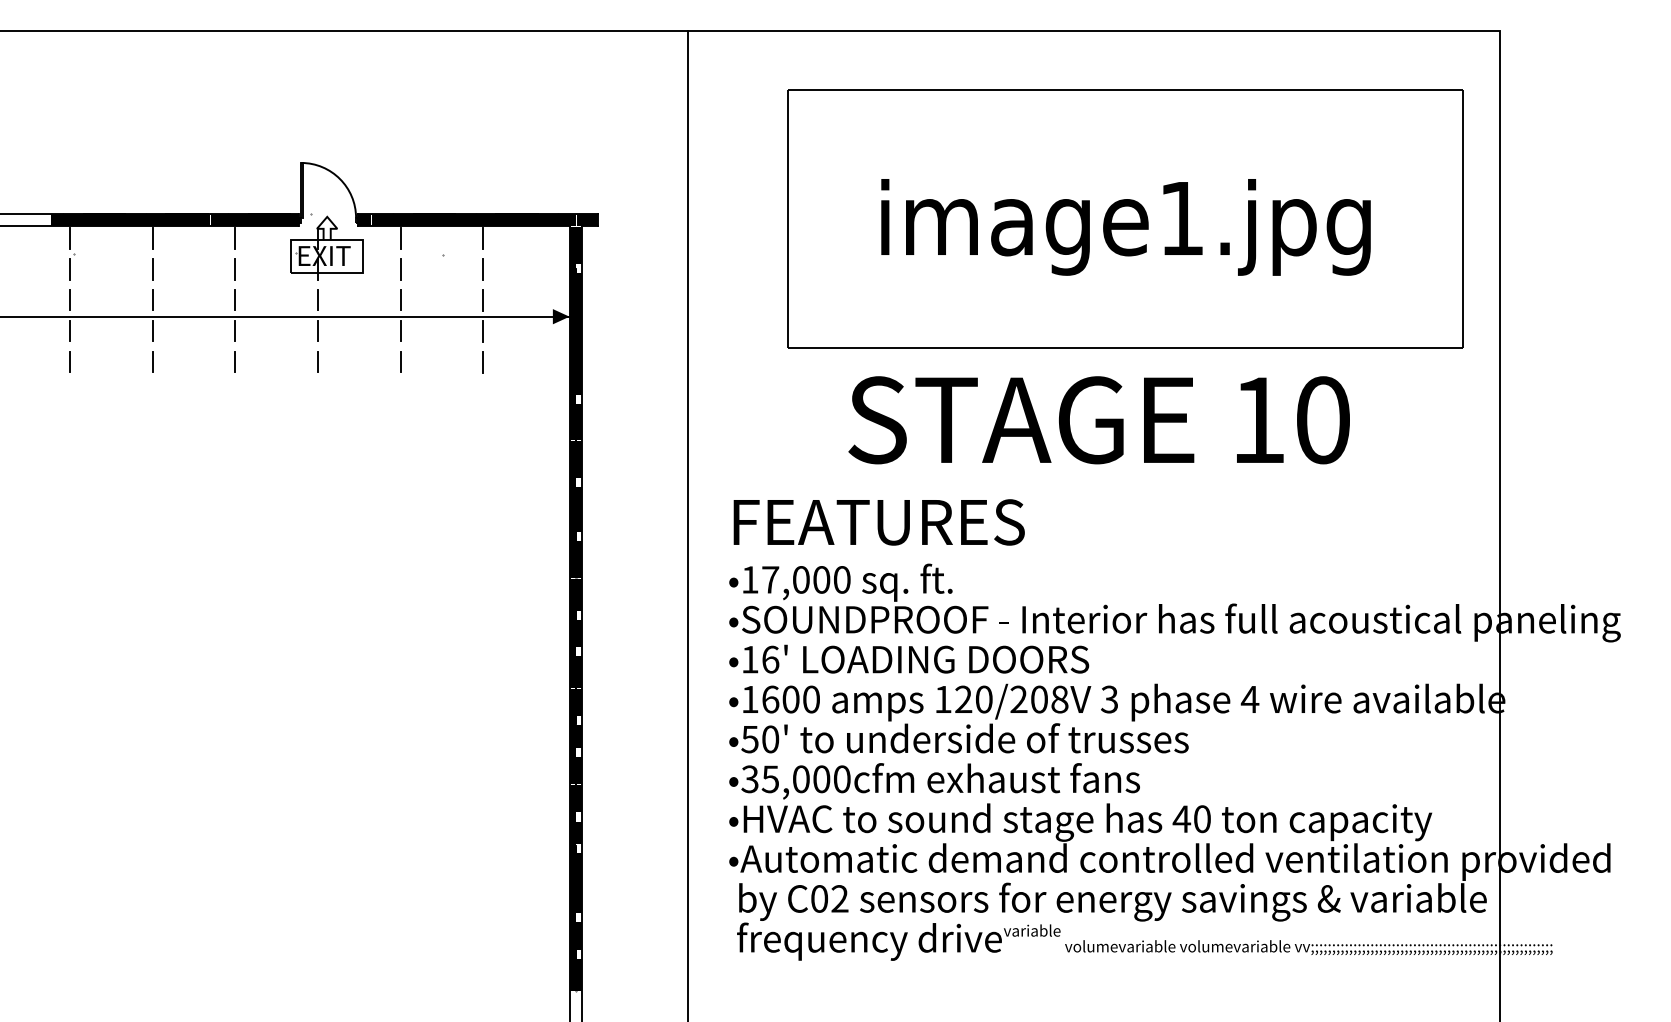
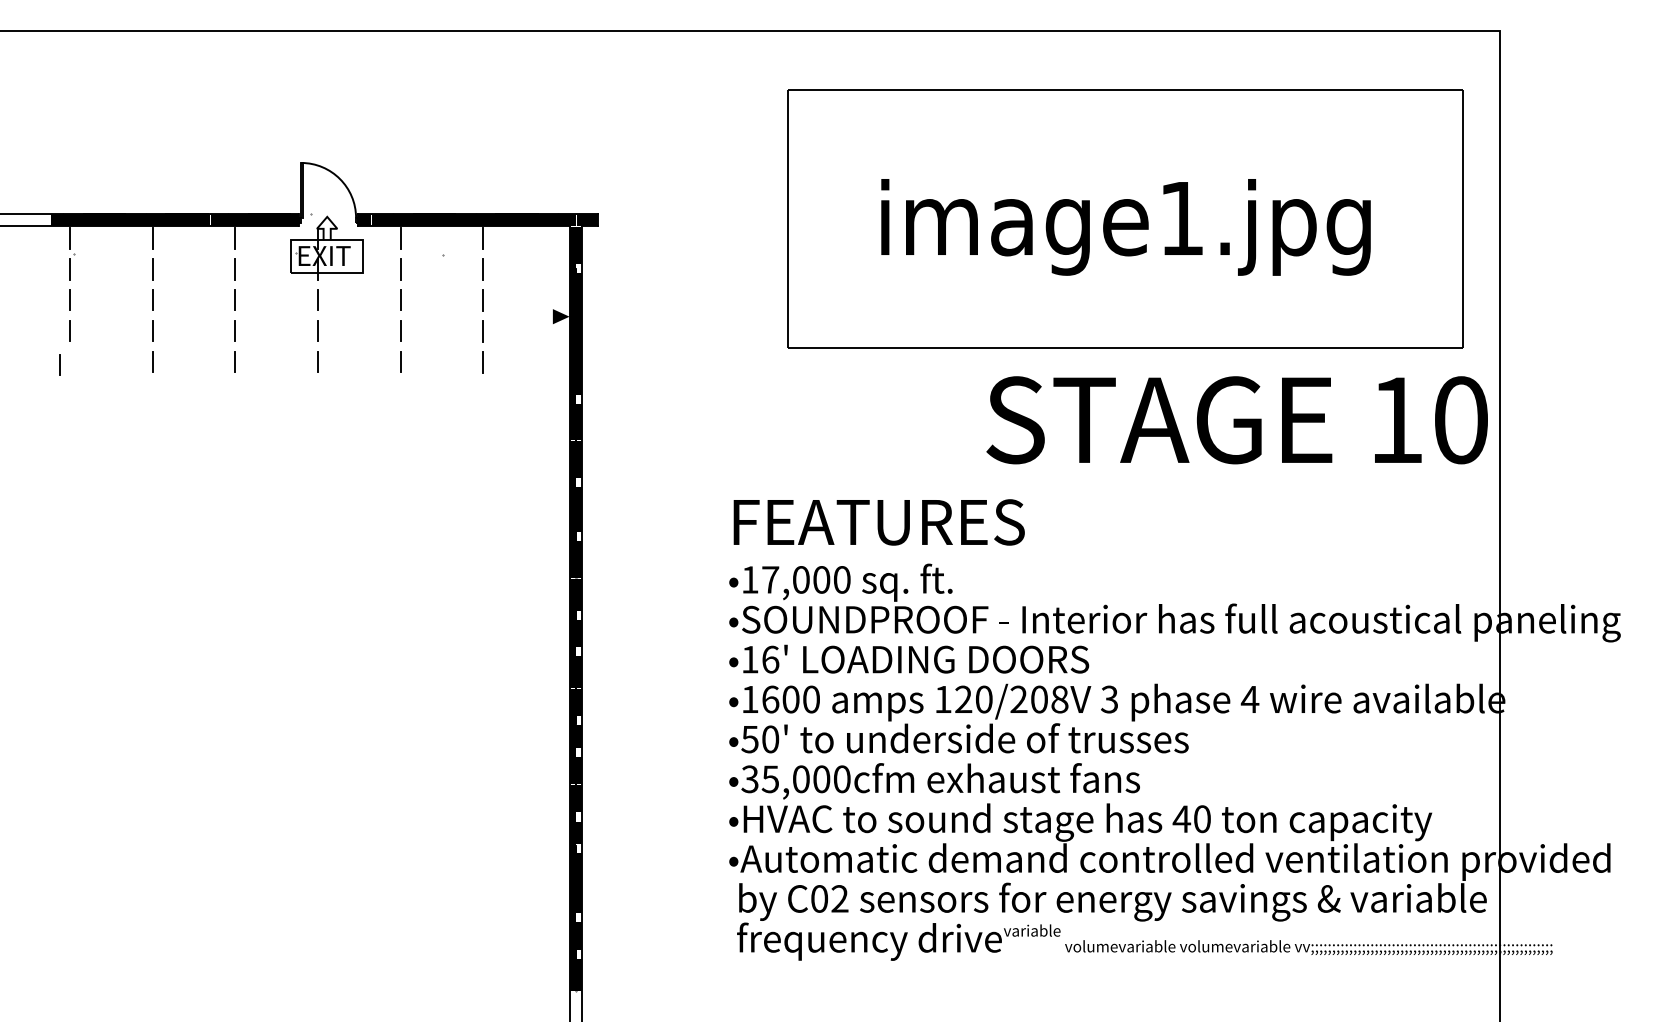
line at (285, 316): present -> none
line at (69, 361) position: (69, 361) -> (59, 364)
text at (1098, 420) position: (1098, 420) -> (1236, 420)
line at (688, 524): present -> none
